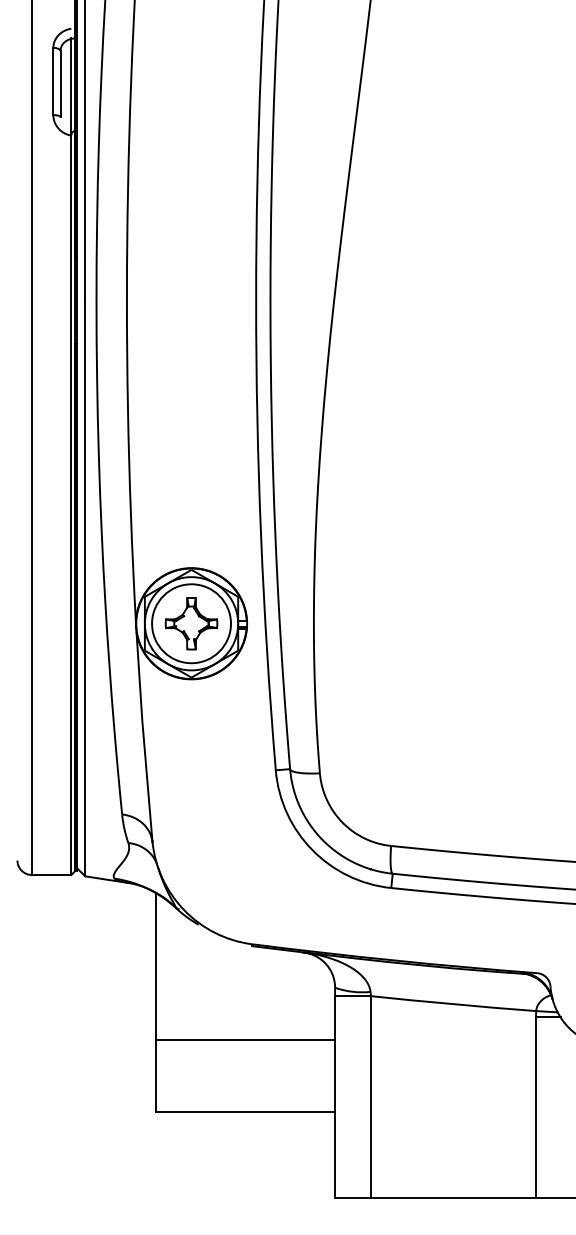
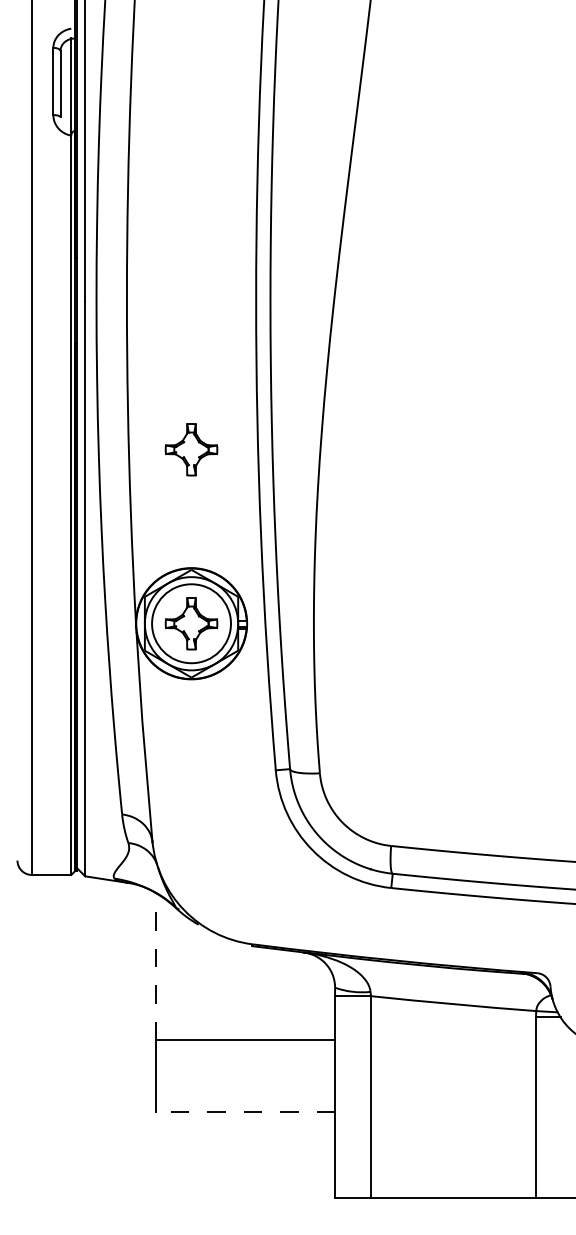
part at (191, 449): none -> present
line at (155, 966): solid -> dashed
line at (245, 1111): solid -> dashed
